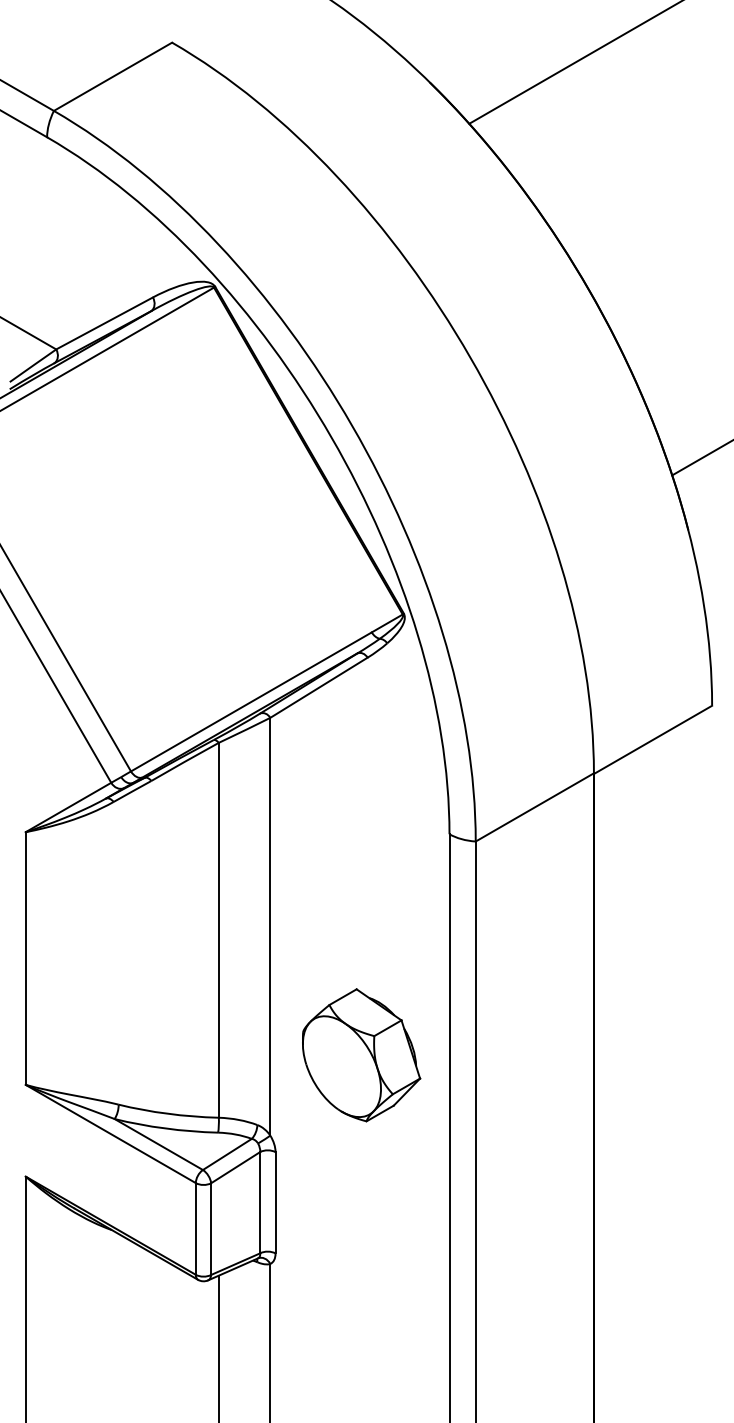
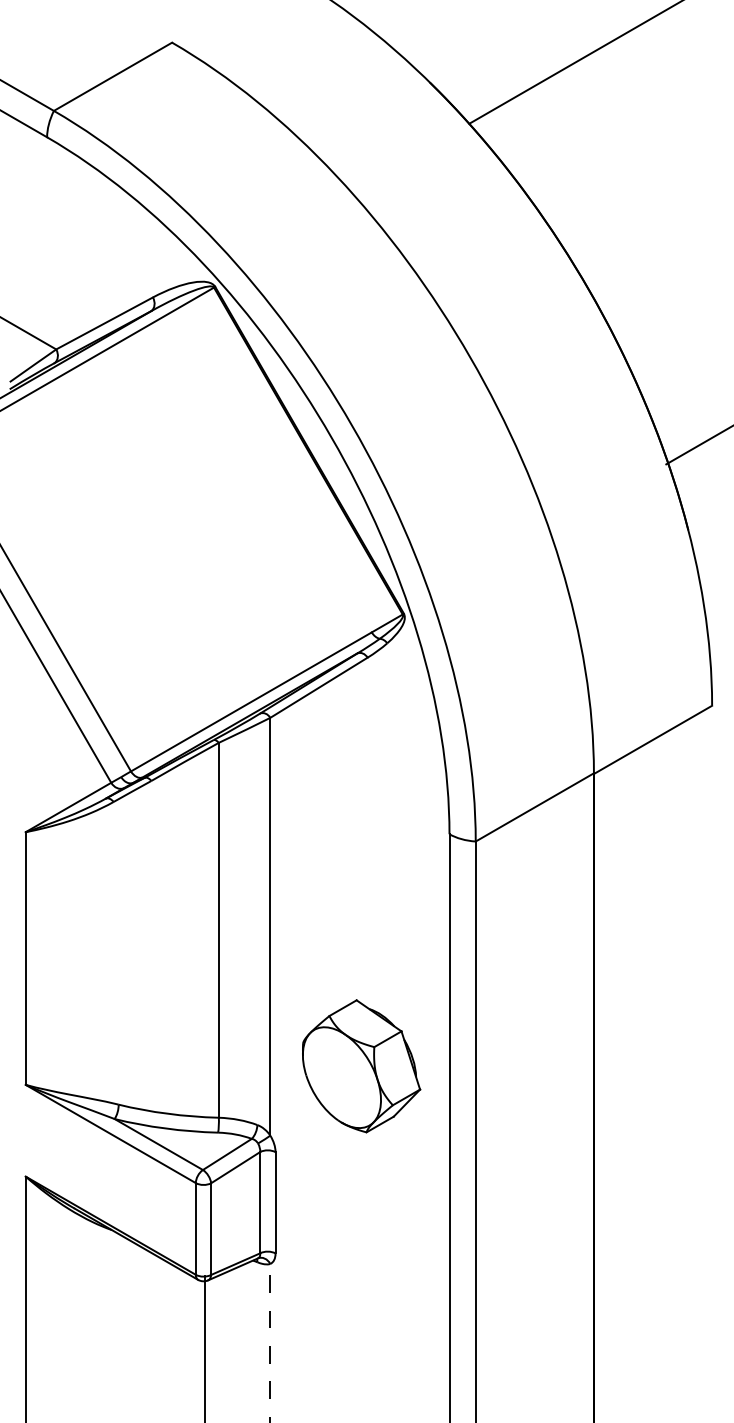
line at (701, 458) position: (701, 458) -> (698, 445)
part at (361, 1055) position: (361, 1055) -> (361, 1066)
line at (270, 1342): solid -> dashed
line at (218, 1347) position: (218, 1347) -> (204, 1347)
